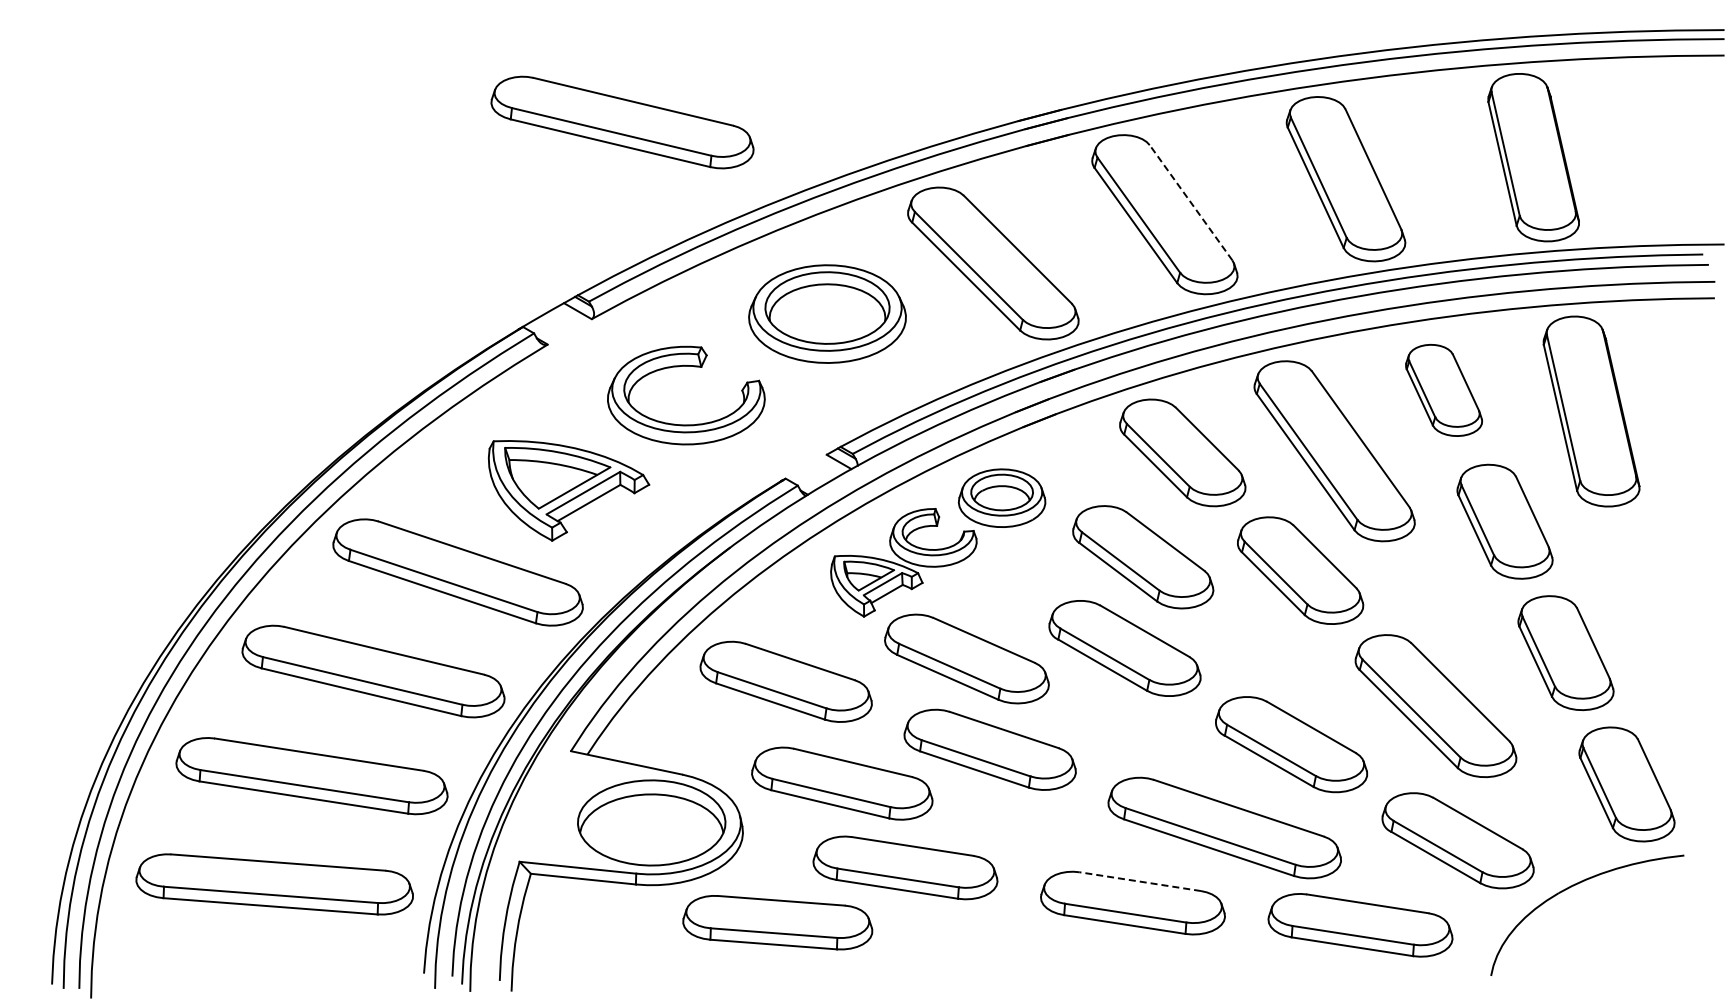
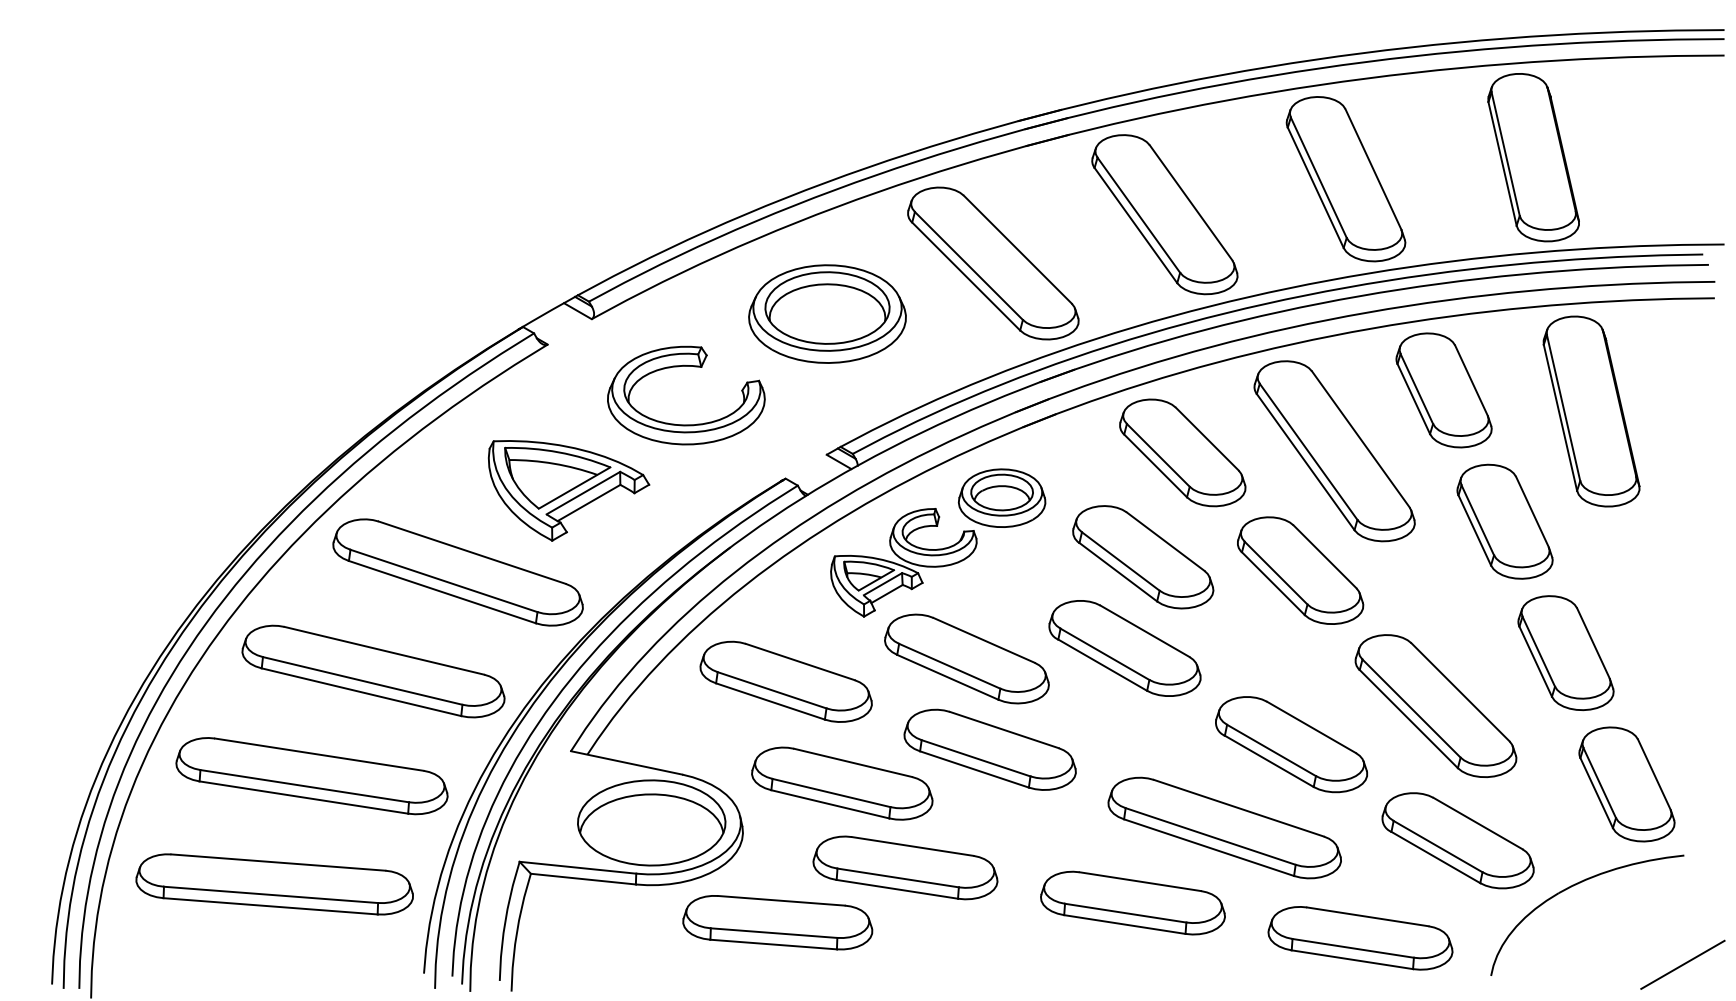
part at (622, 122): present -> none
line at (1191, 202): dashed -> solid
part at (1444, 389) size: 79x94 px -> 98x117 px
line at (1139, 881): dashed -> solid
part at (1360, 925) position: (1360, 925) -> (1360, 938)
line at (1682, 964): none -> present
